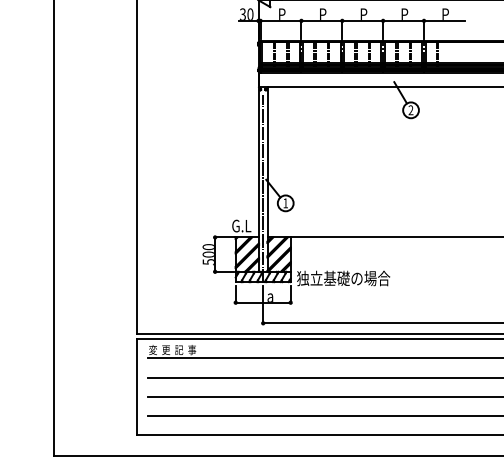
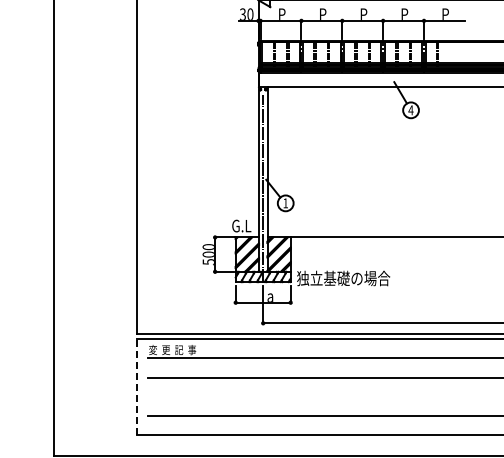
text at (410, 110): 2 -> 4
line at (136, 386): solid -> dashed
line at (324, 396): present -> none
